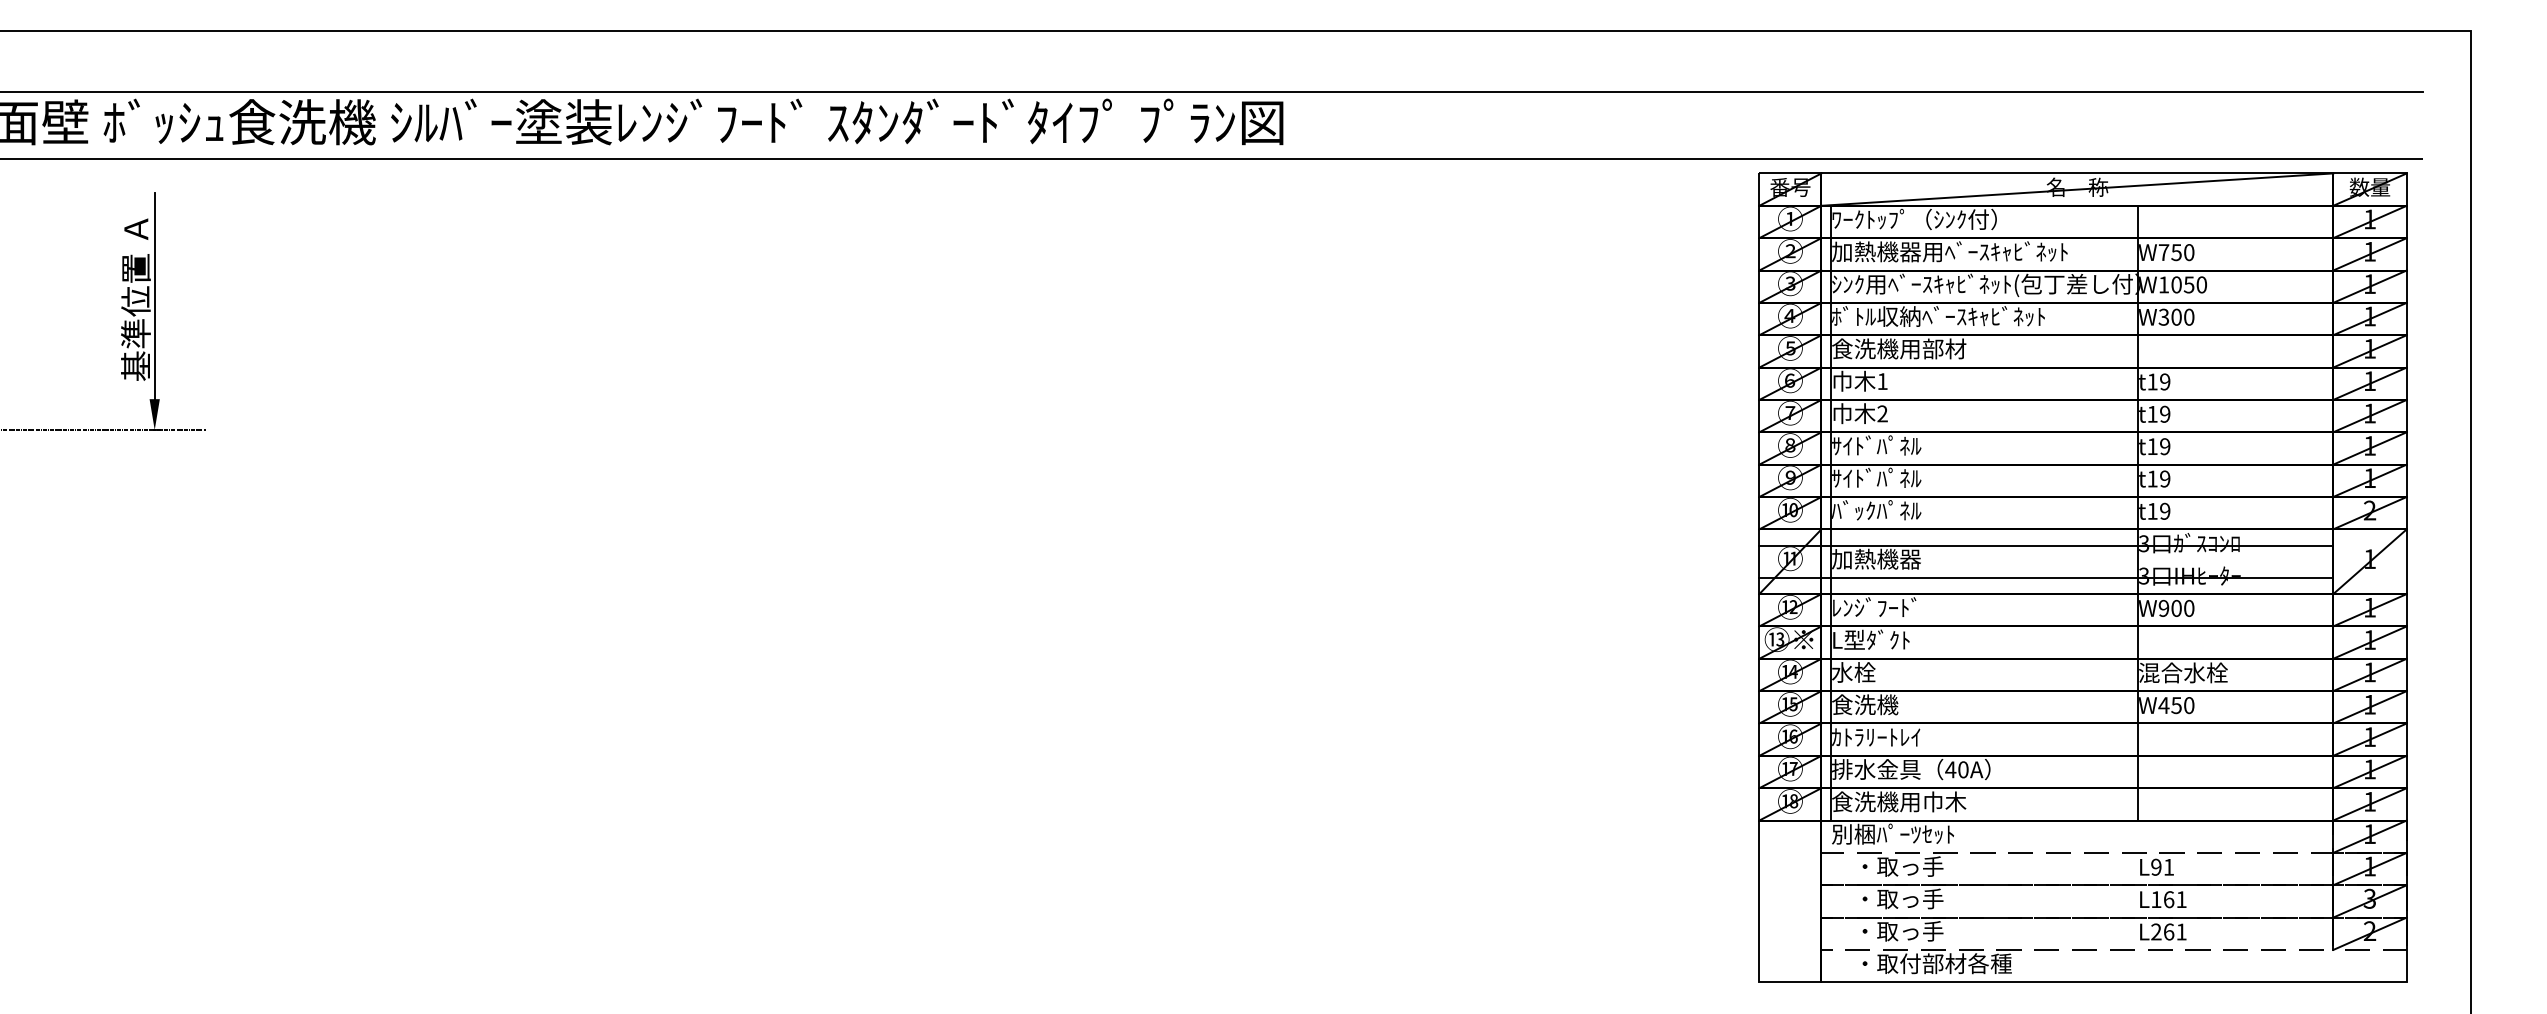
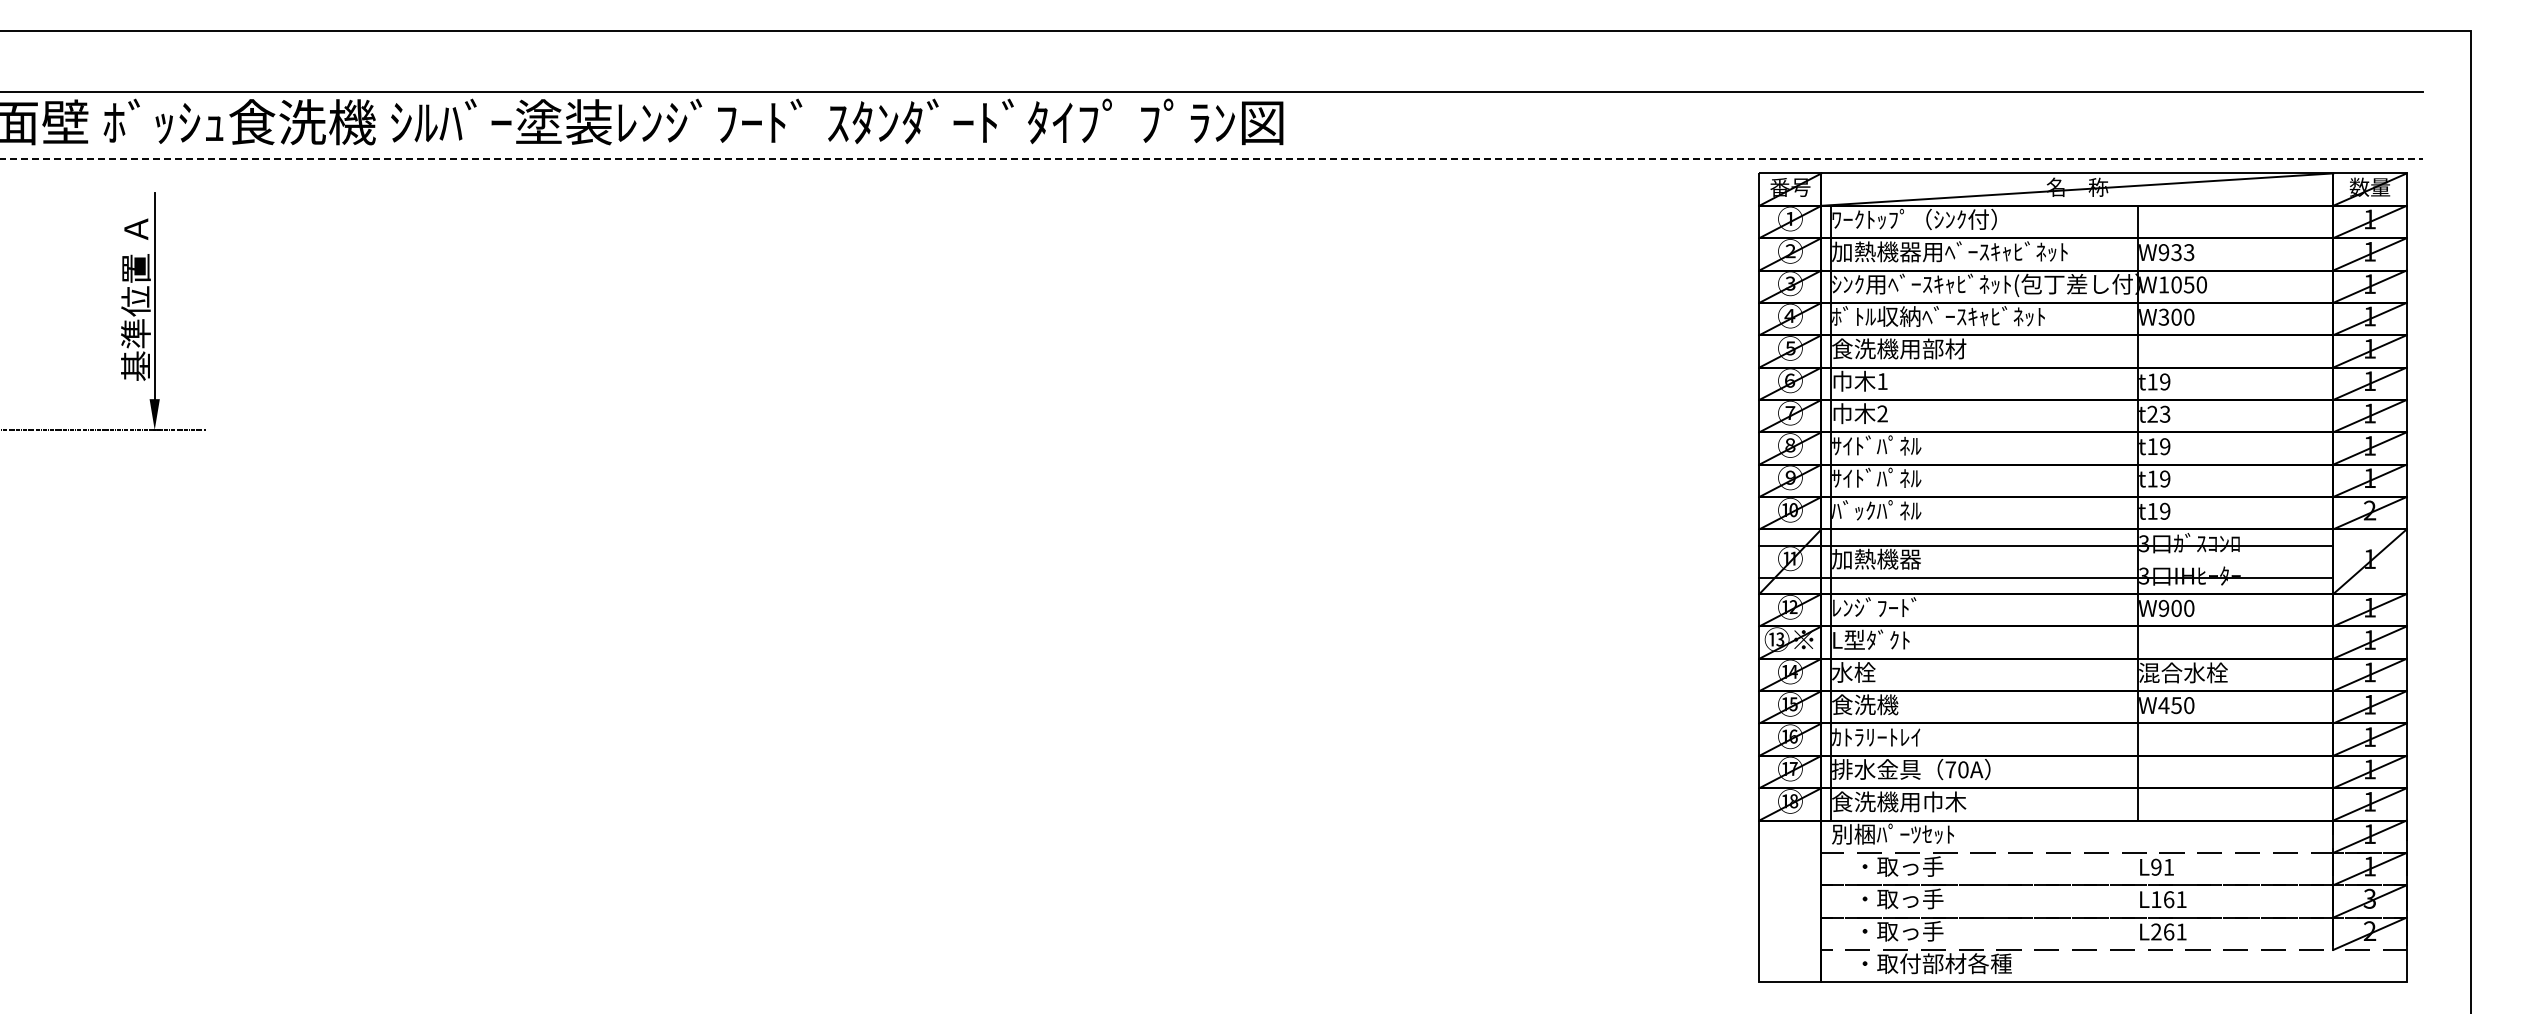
line at (1212, 158): solid -> dashed
text at (2176, 252): W750 -> W933
text at (2158, 413): t19 -> t23
text at (1950, 769): 40A -> 70A
